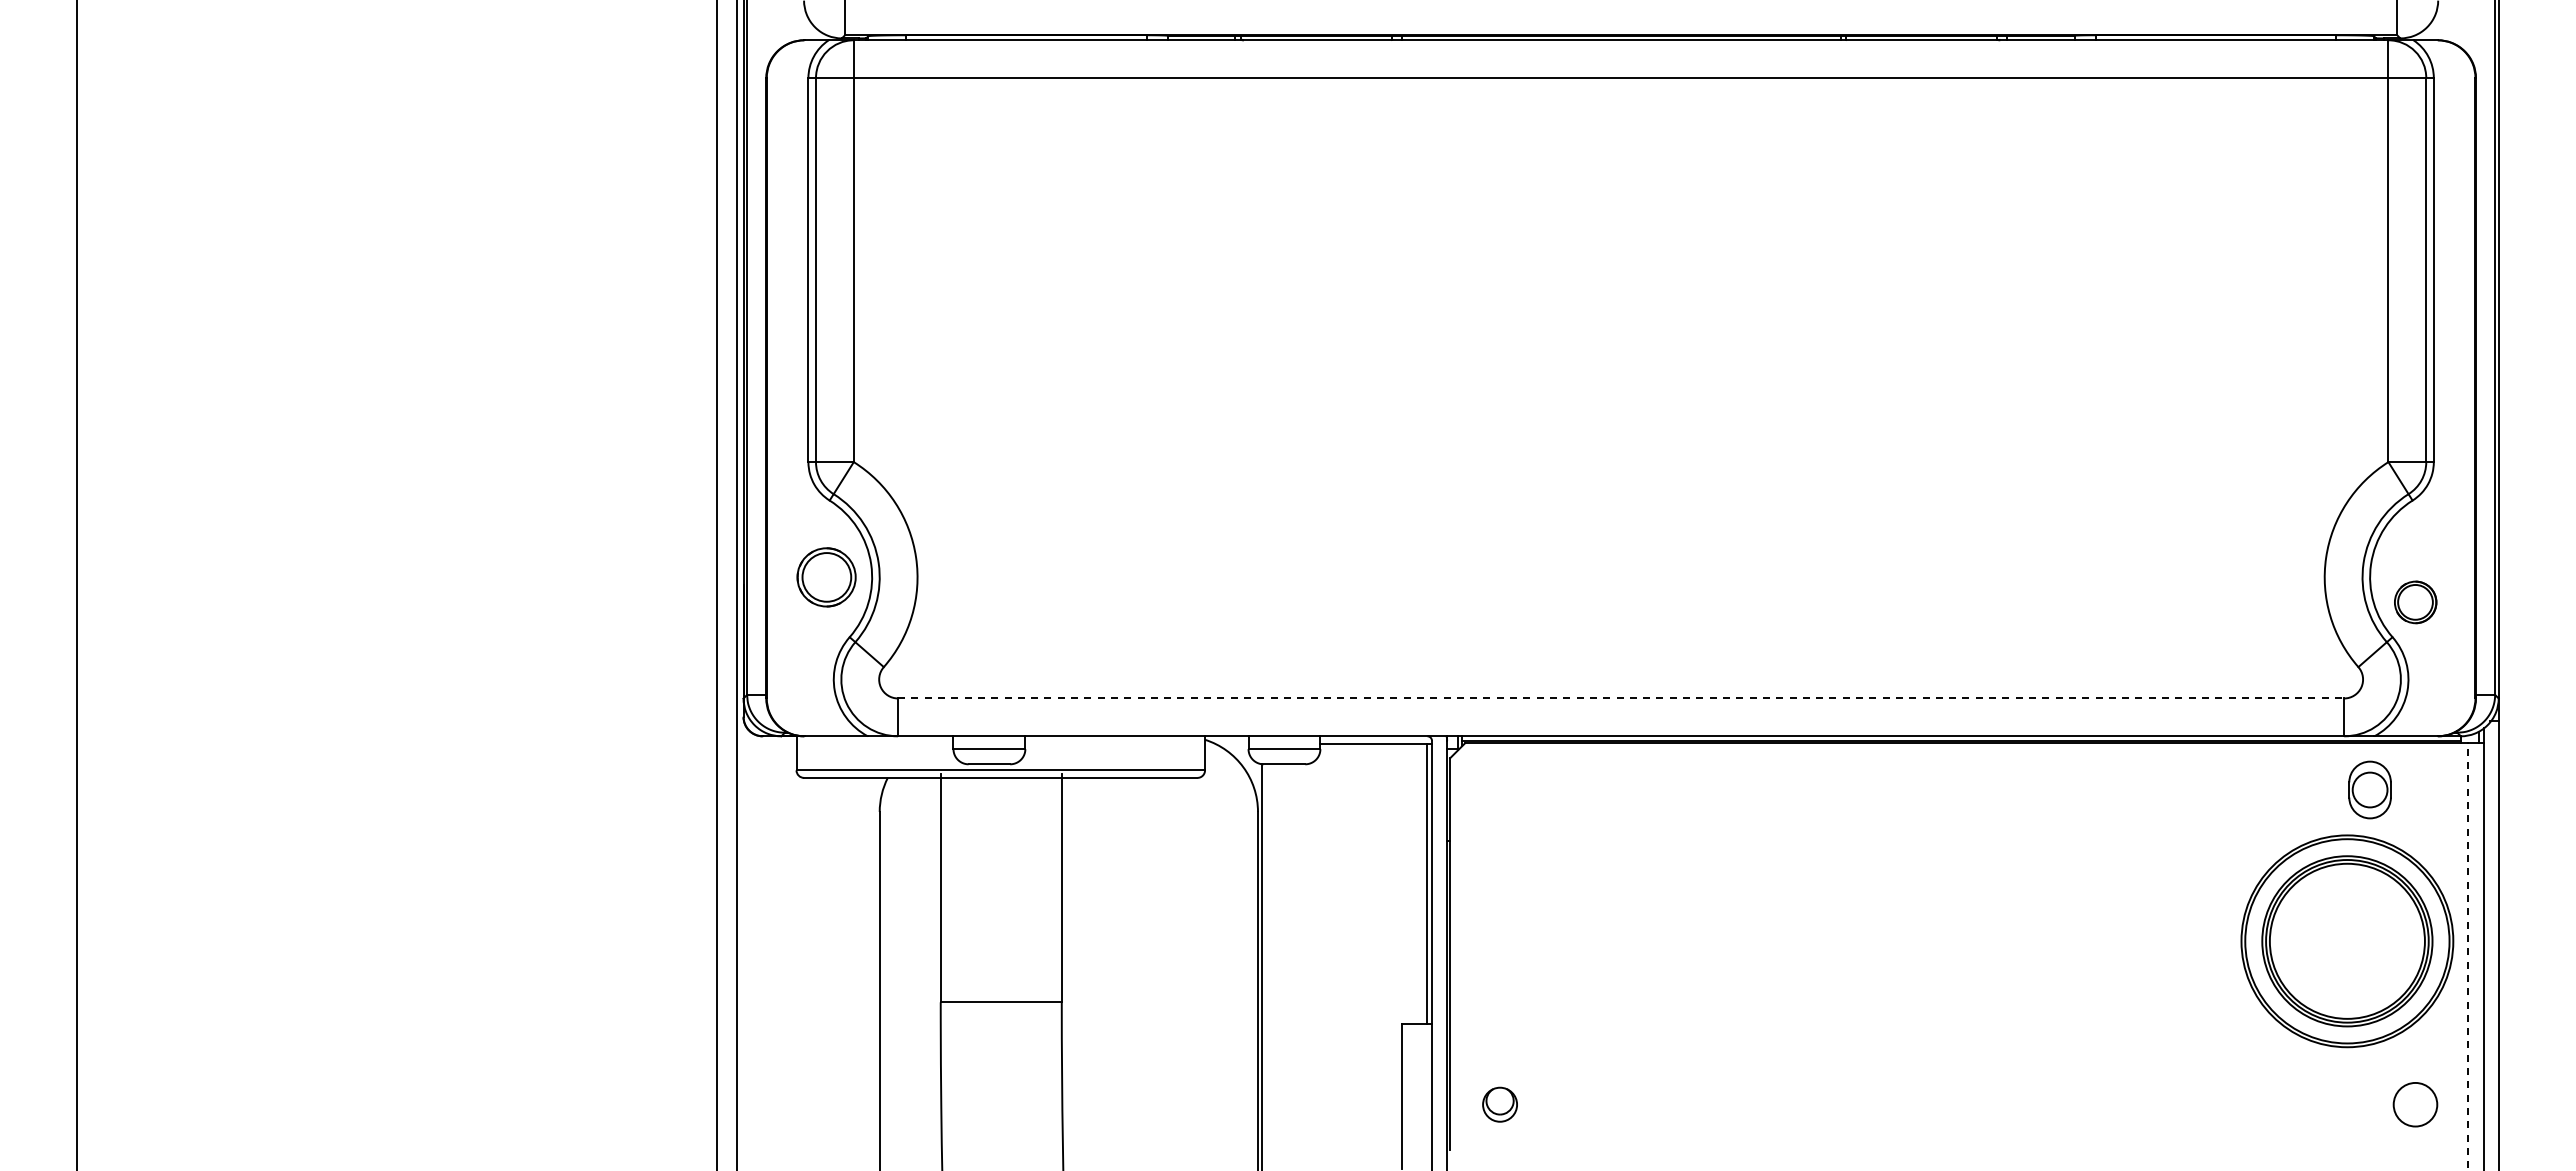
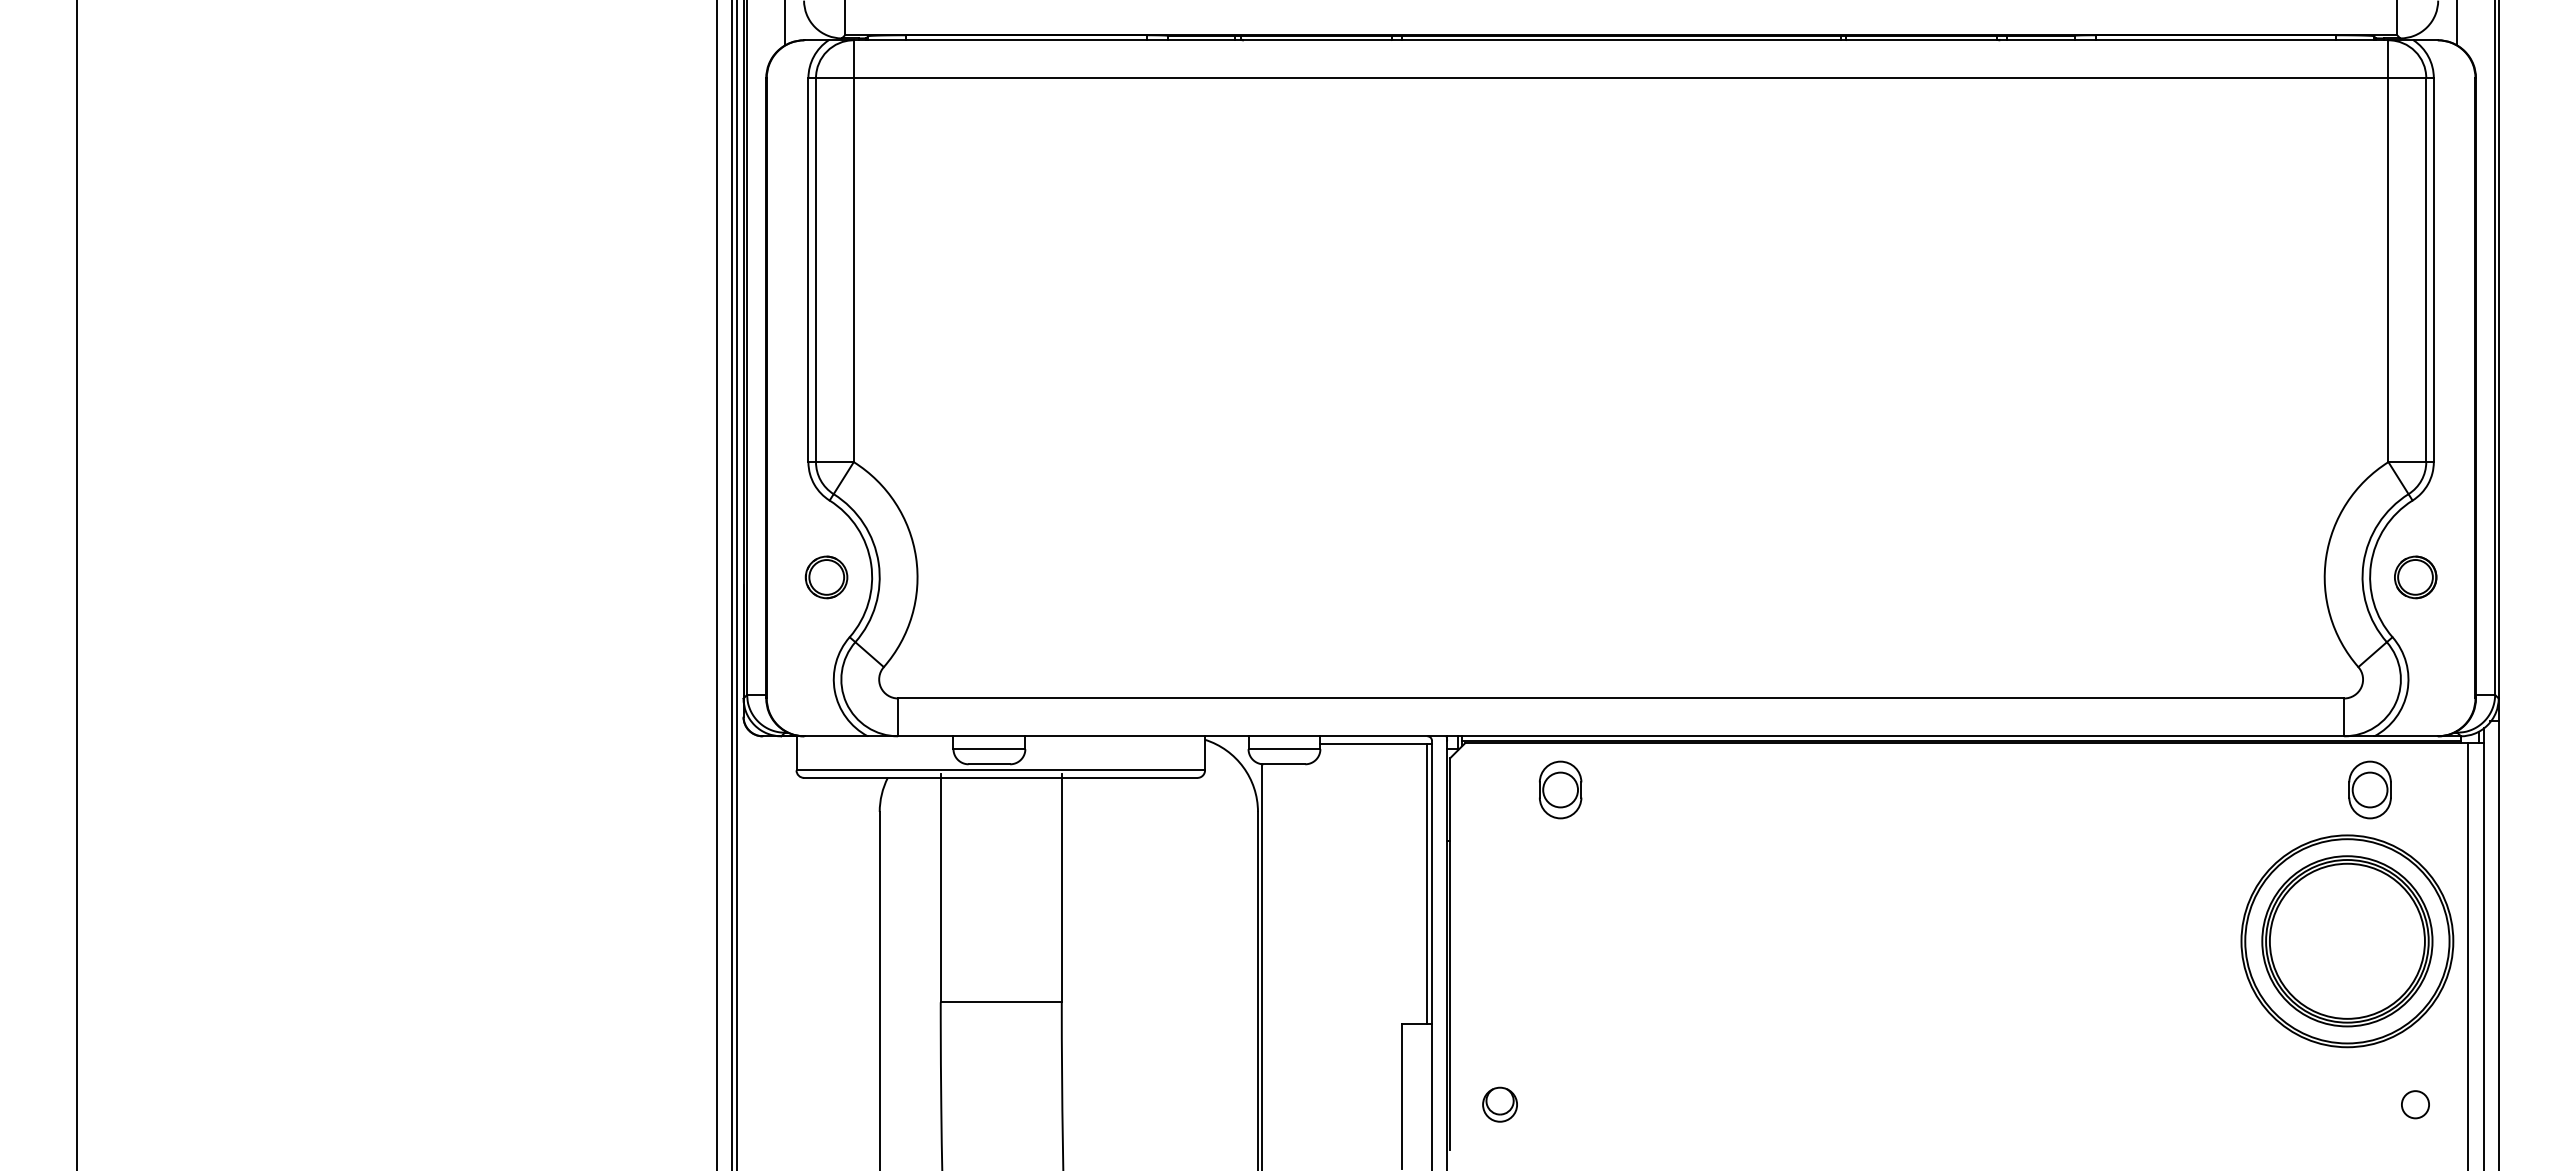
line at (784, 23): none -> present
line at (2457, 23): none -> present
part at (826, 577) size: 61x61 px -> 45x45 px
line at (732, 584): none -> present
part at (2415, 602) position: (2415, 602) -> (2415, 577)
line at (1621, 698): dashed -> solid
part at (1560, 789): none -> present
line at (2467, 956): dashed -> solid
circle at (2415, 1104) diameter: 44 px -> 27 px
